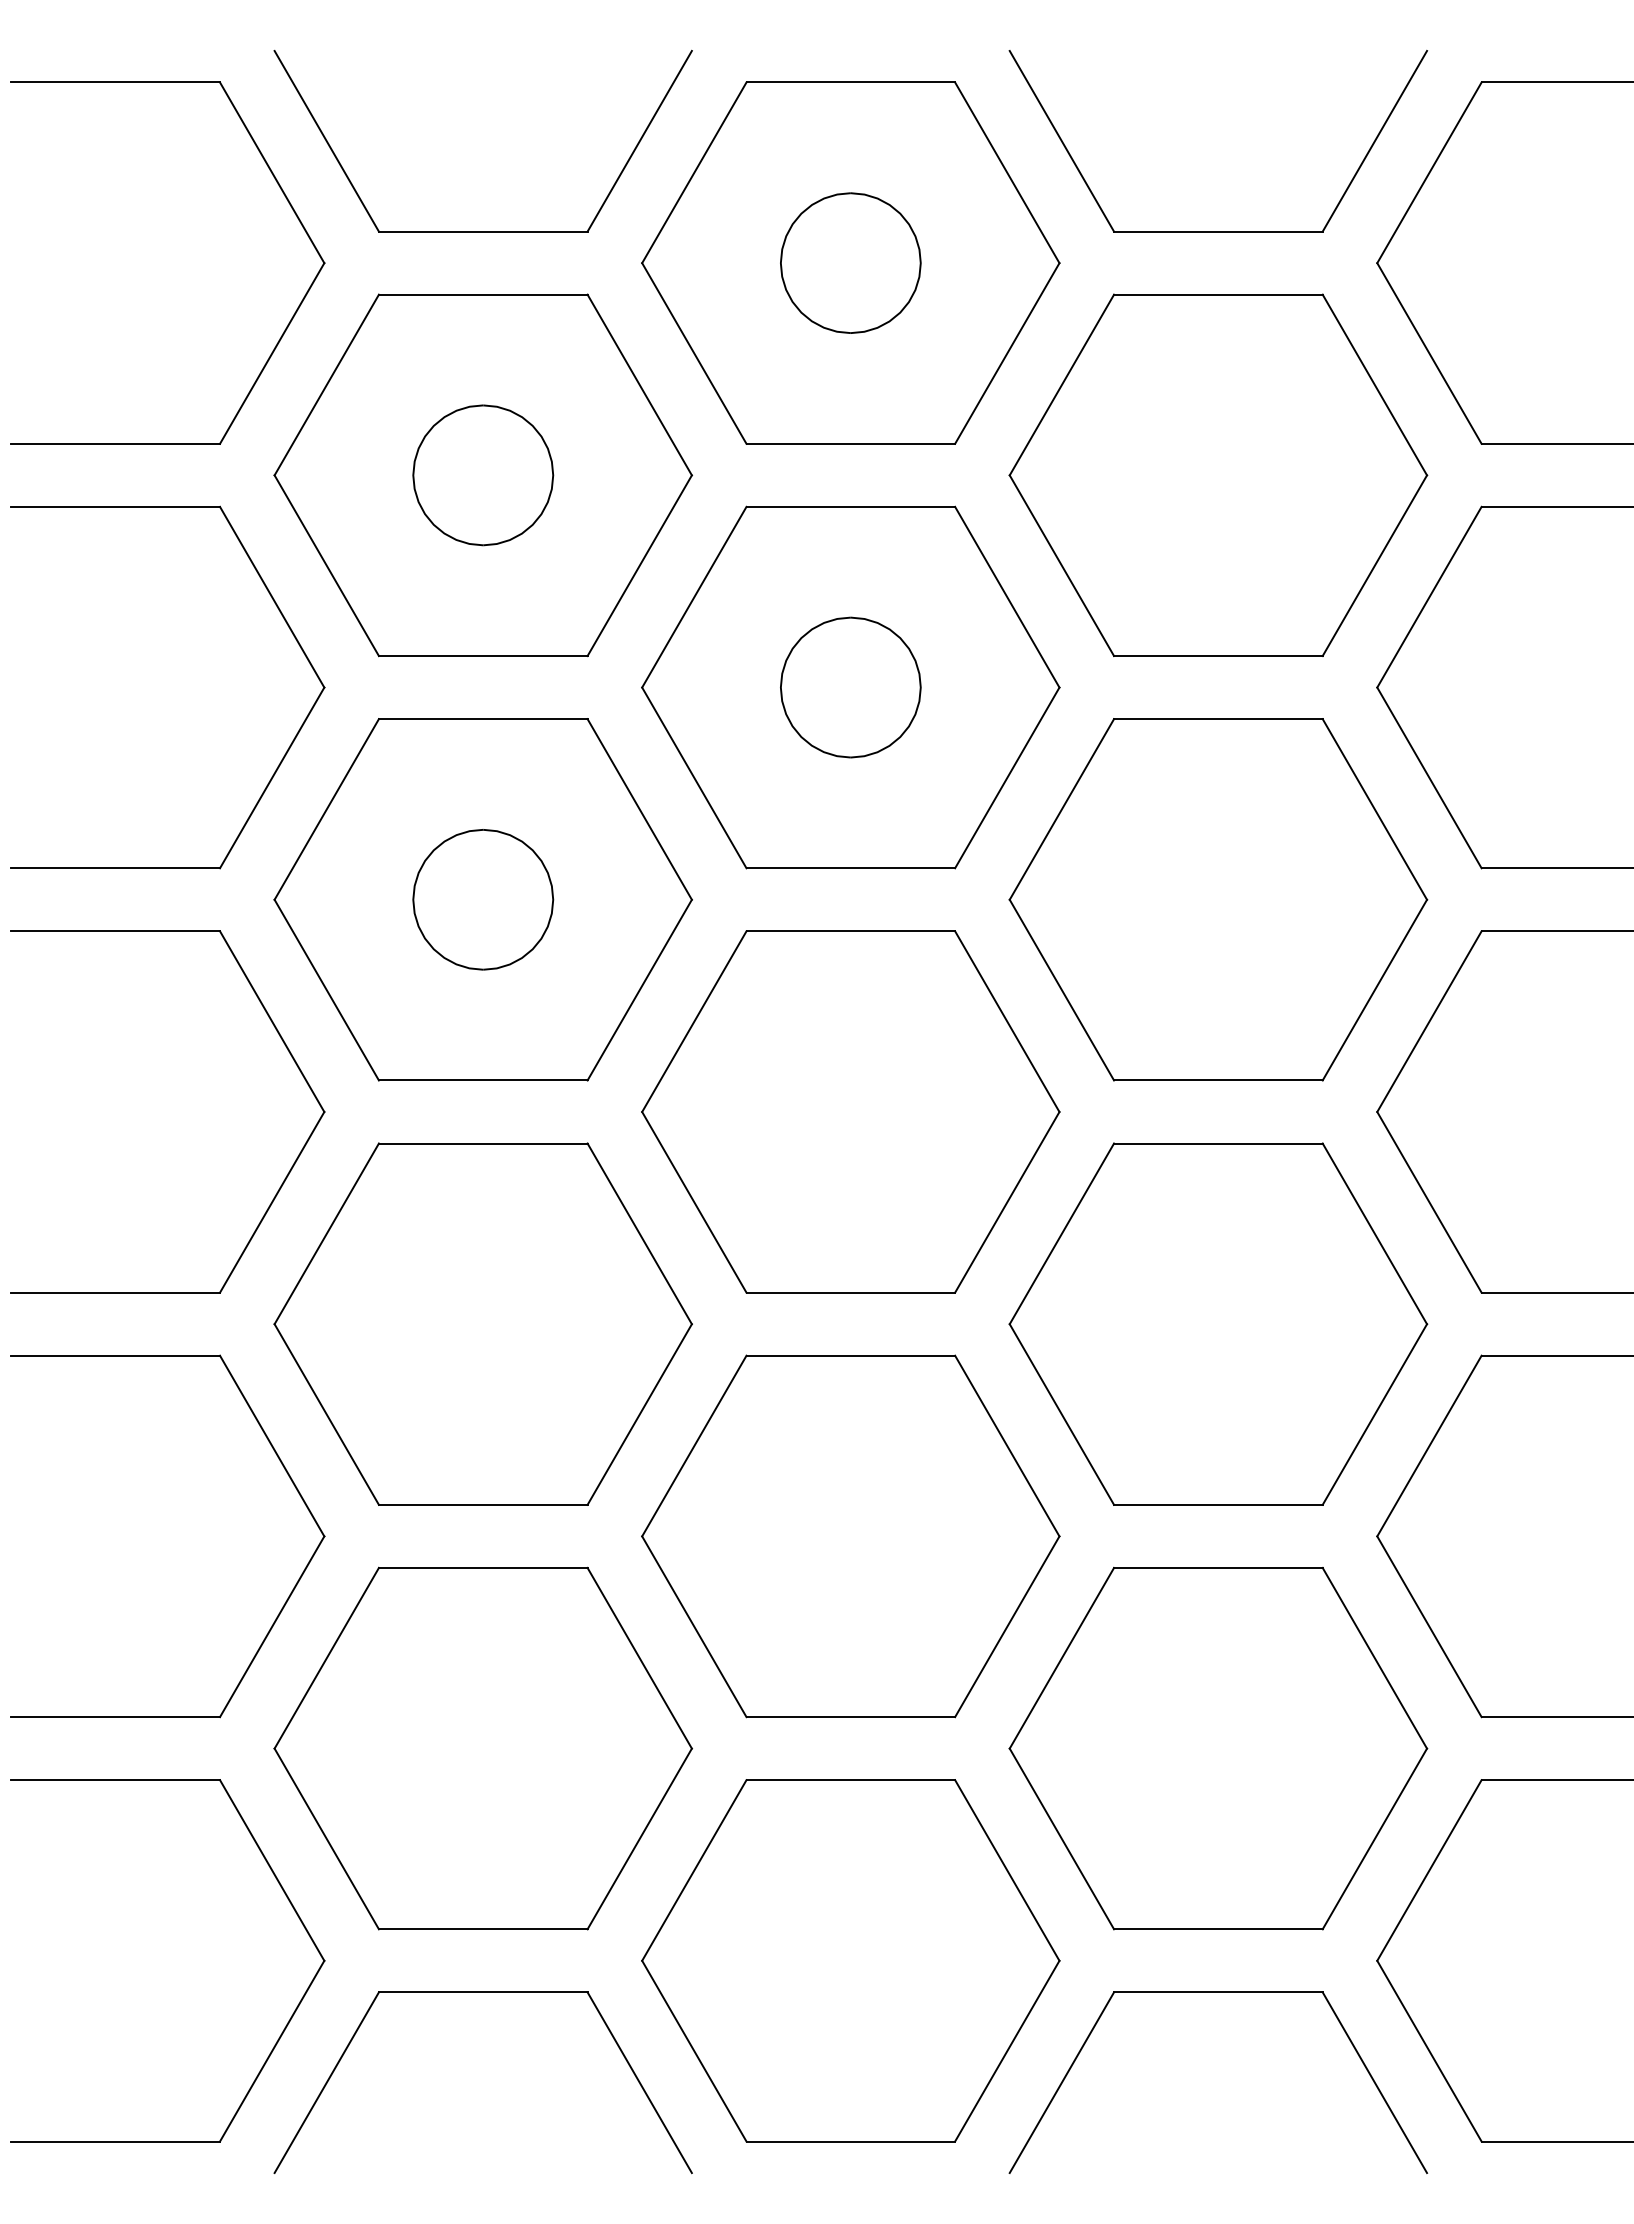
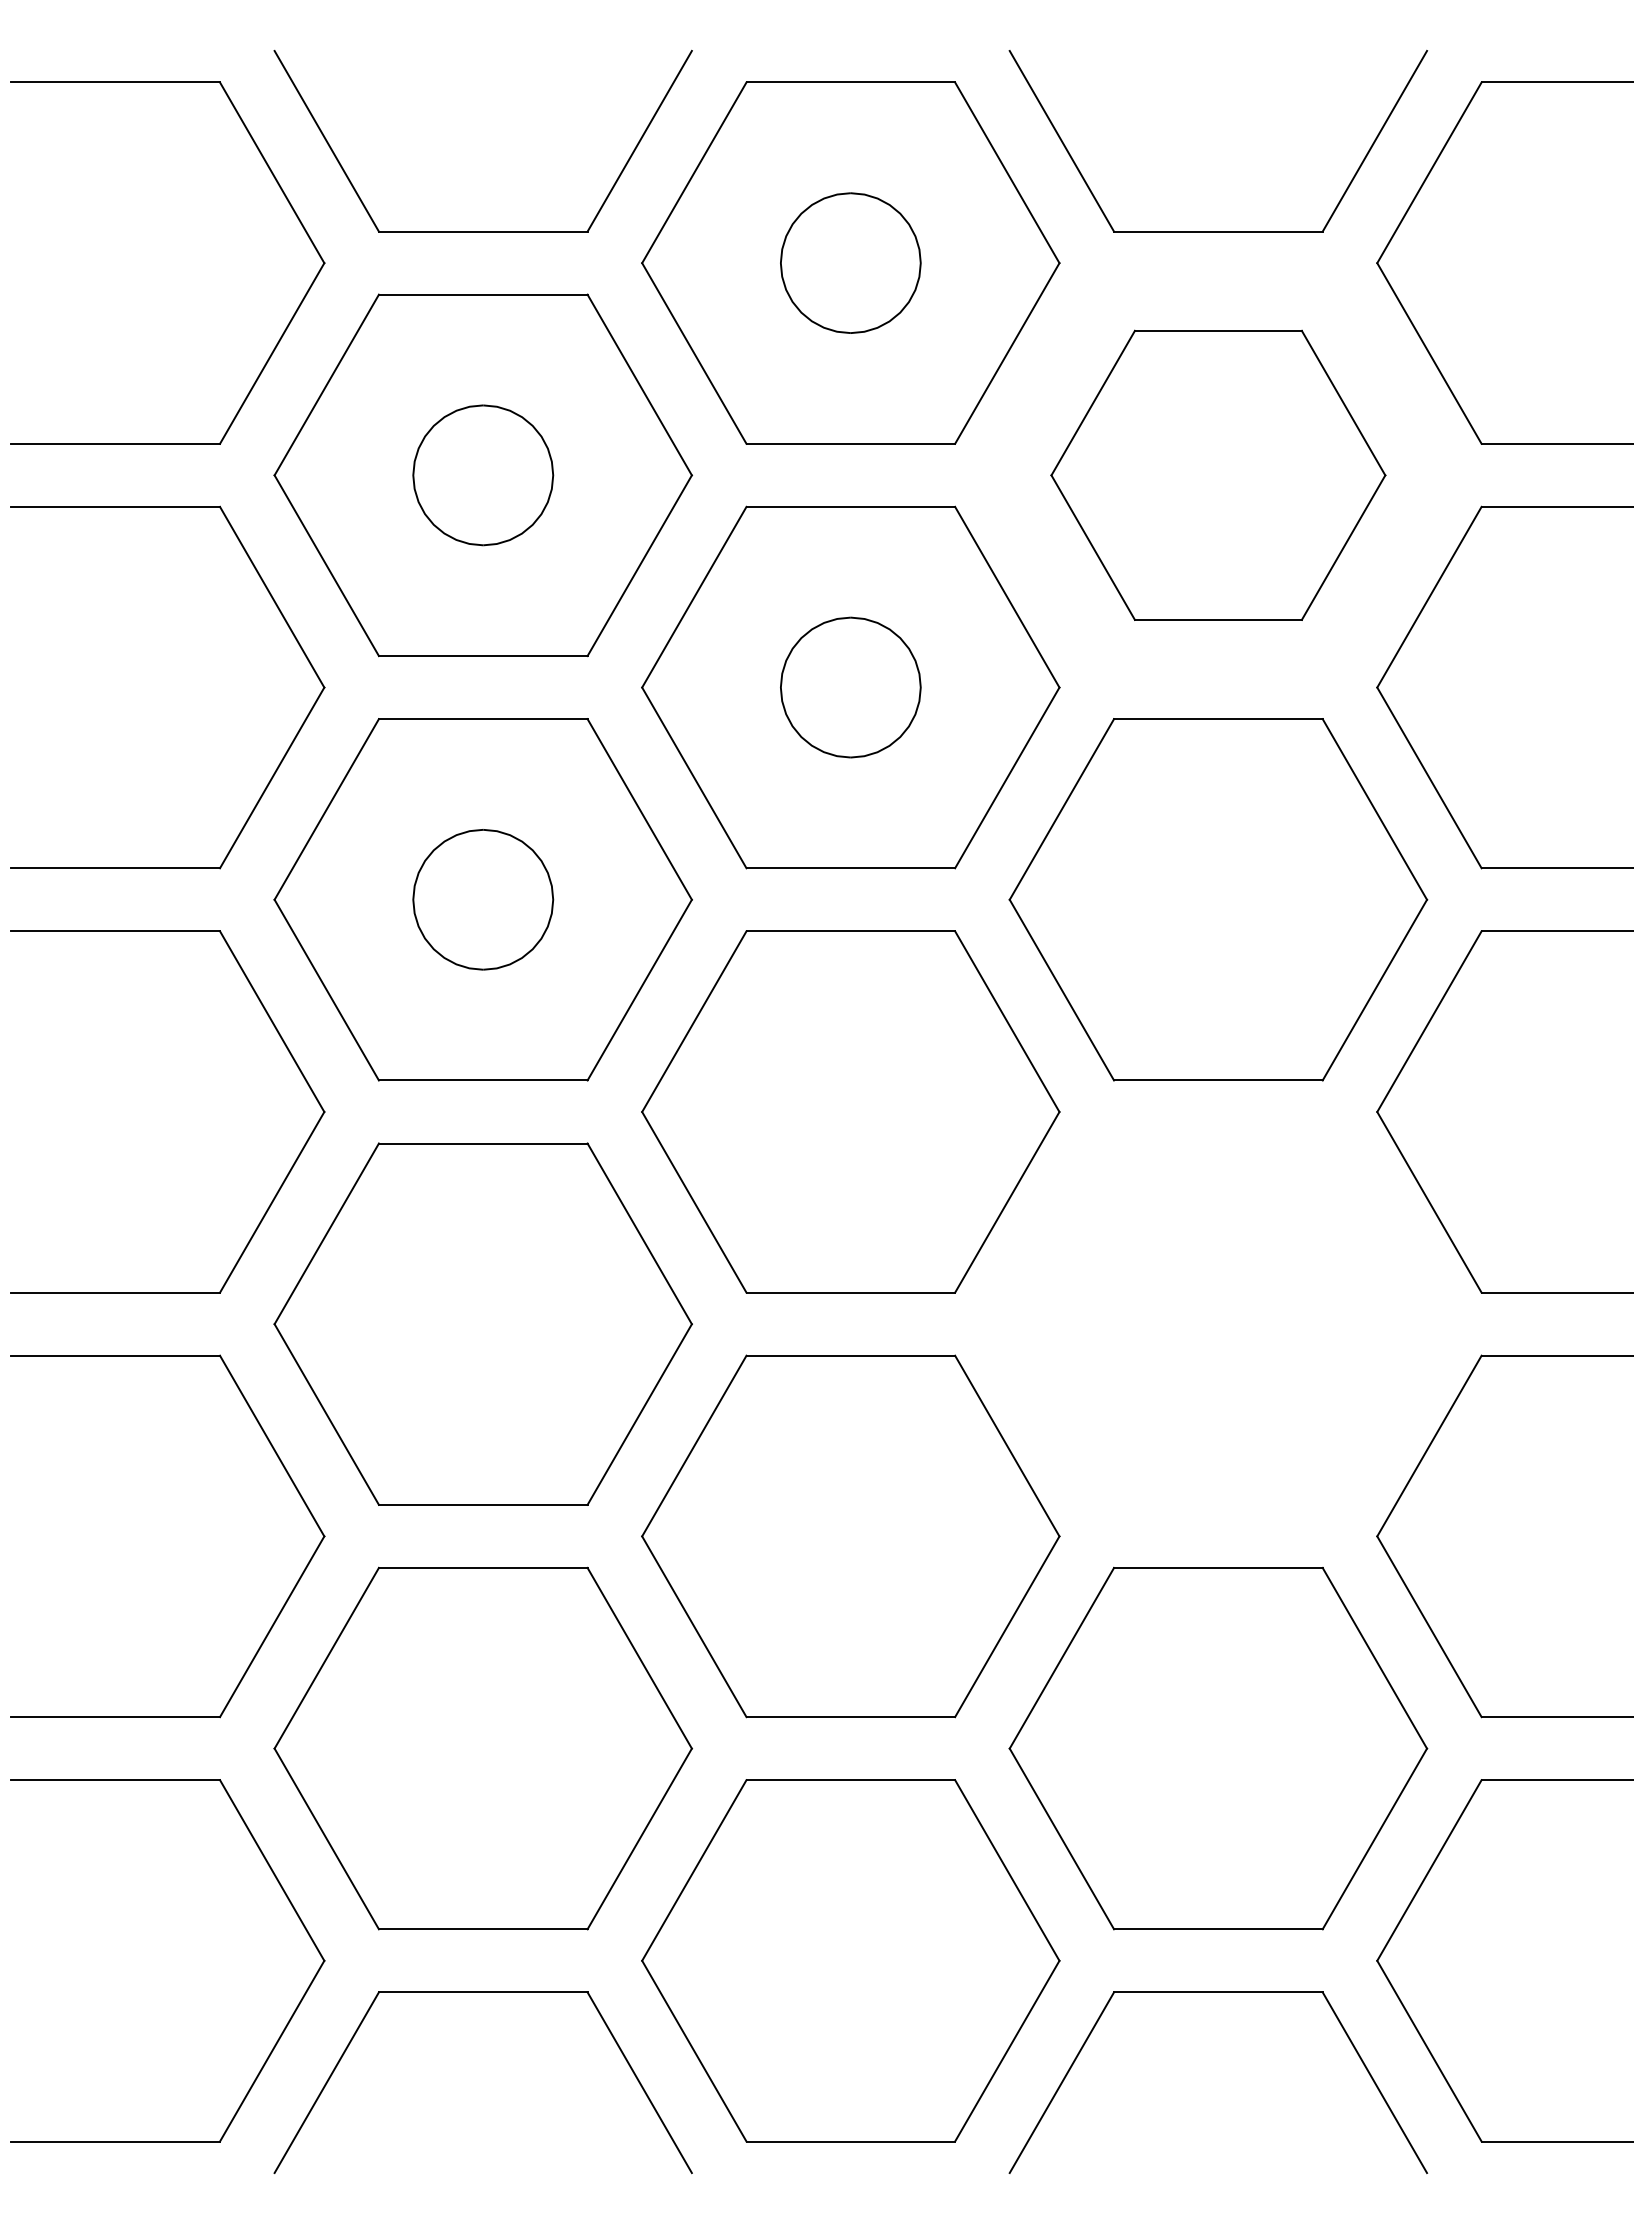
part at (1218, 475) size: 421x365 px -> 337x292 px
part at (1218, 1323): present -> none
